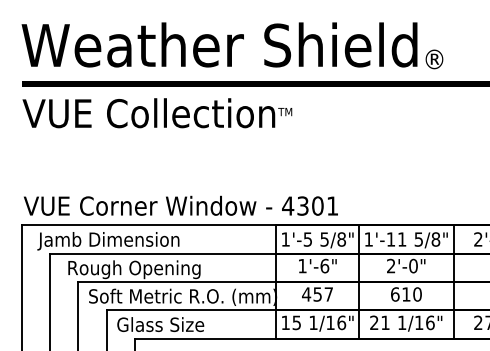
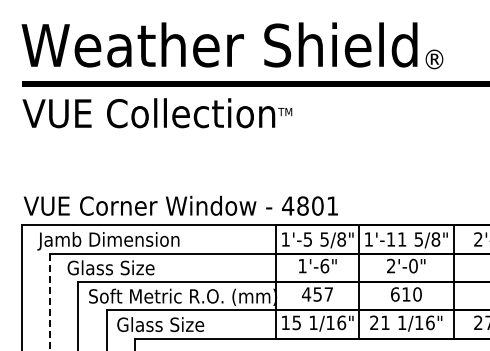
text at (302, 205): 4301 -> 4801
text at (133, 269): Rough Opening -> Glass Size
line at (50, 302): solid -> dashed
